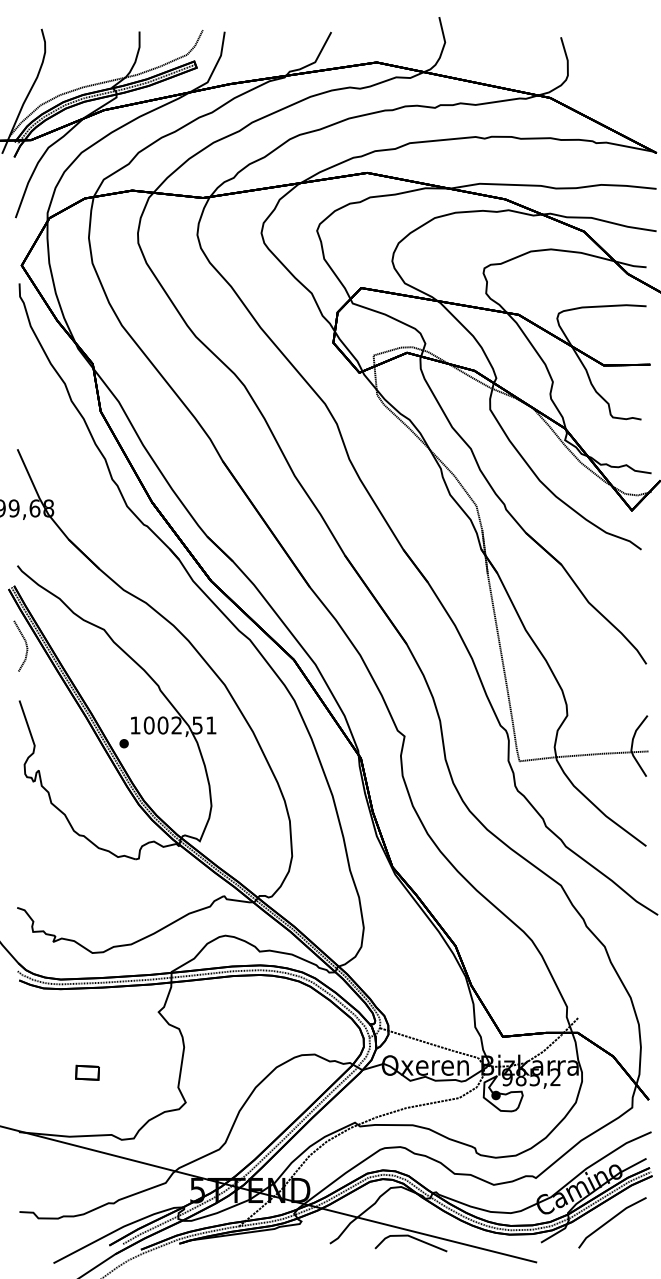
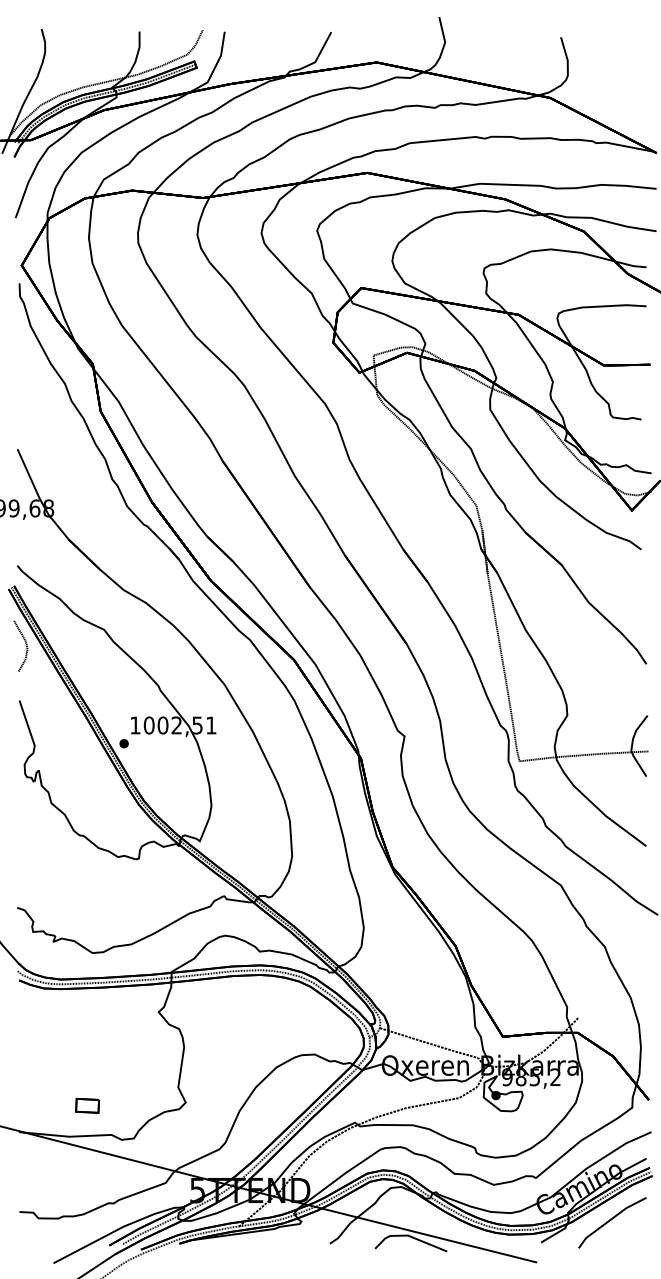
part at (87, 1072) position: (87, 1072) -> (87, 1105)
